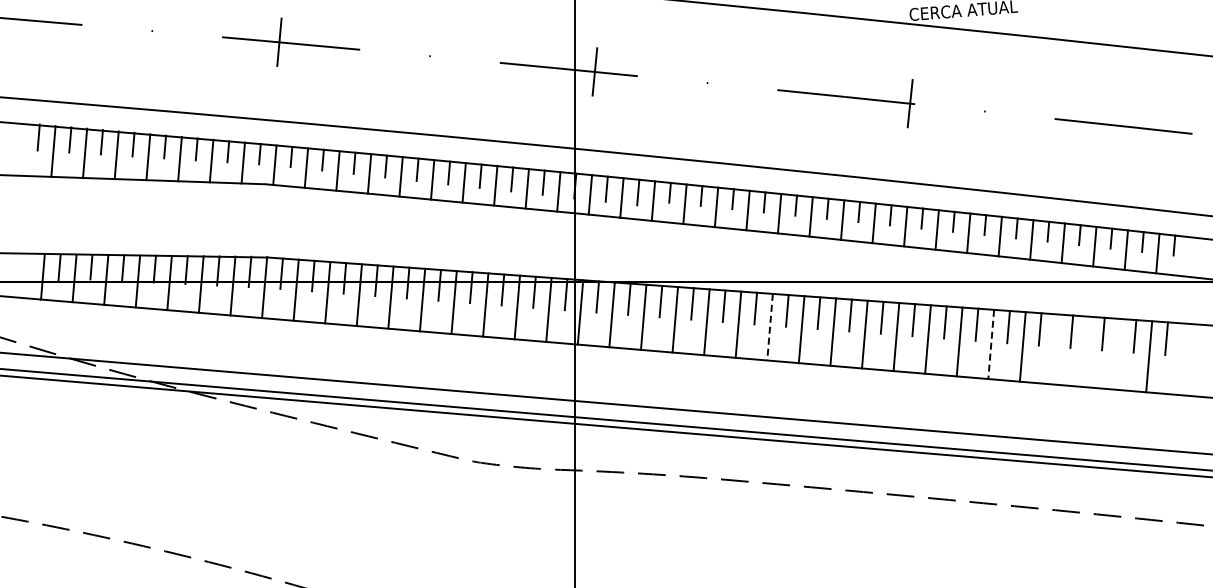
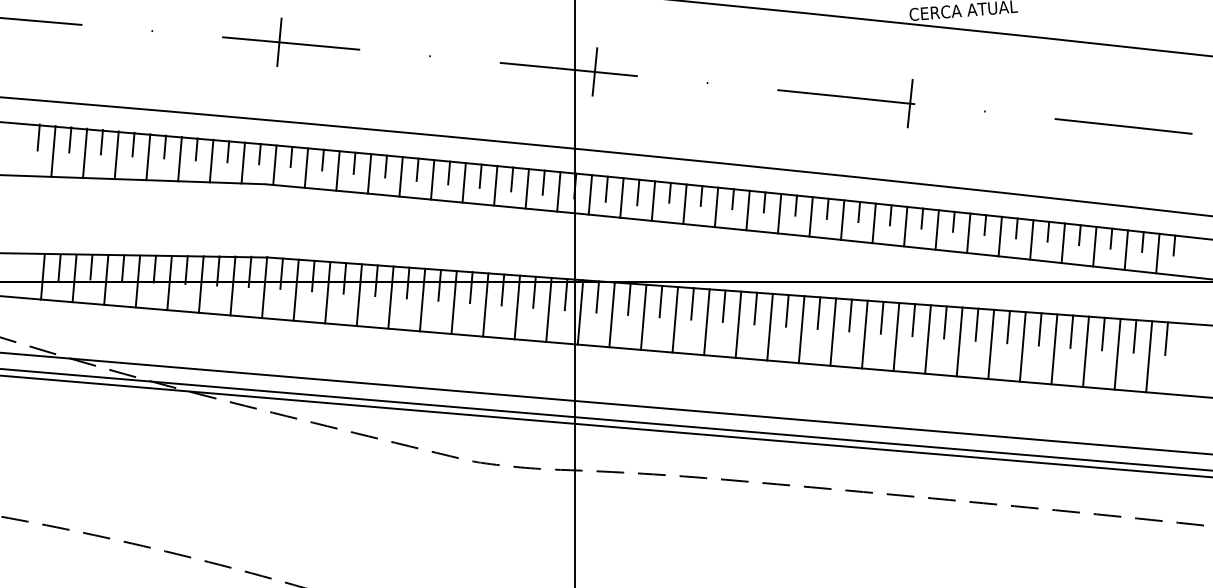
line at (770, 327): dashed -> solid
line at (991, 344): dashed -> solid
line at (1054, 349): none -> present
line at (1085, 351): none -> present
line at (1117, 353): none -> present
